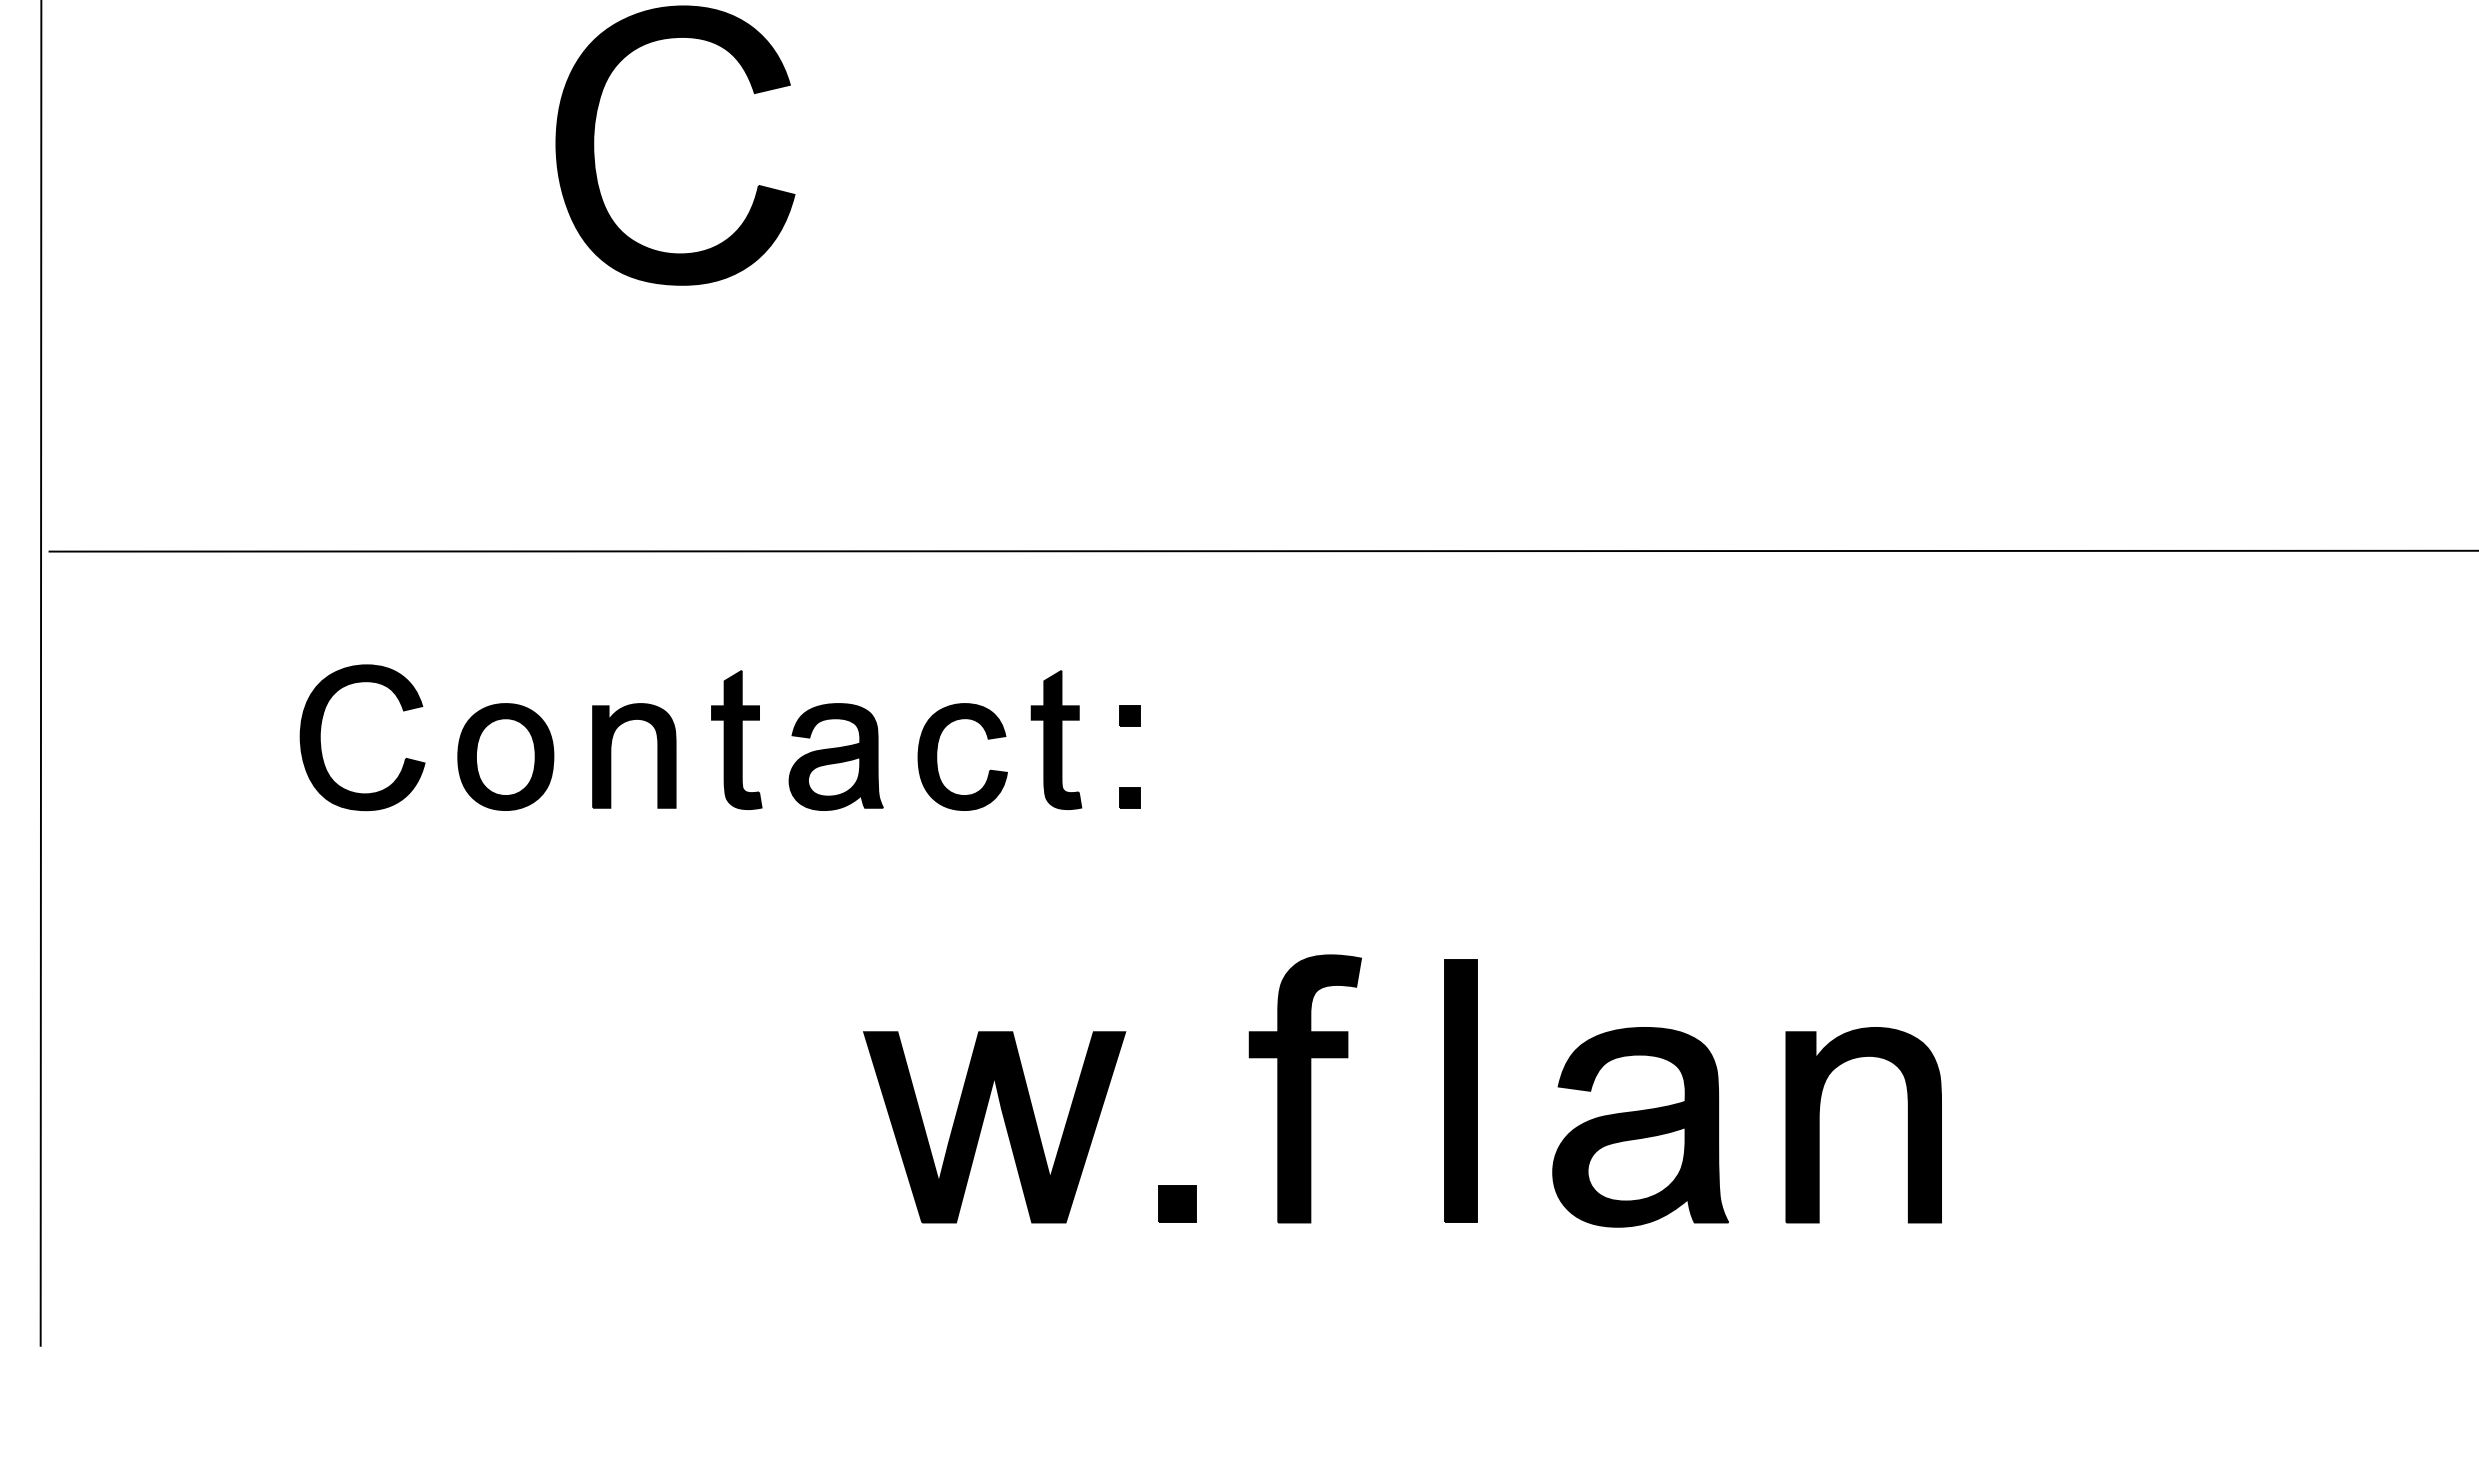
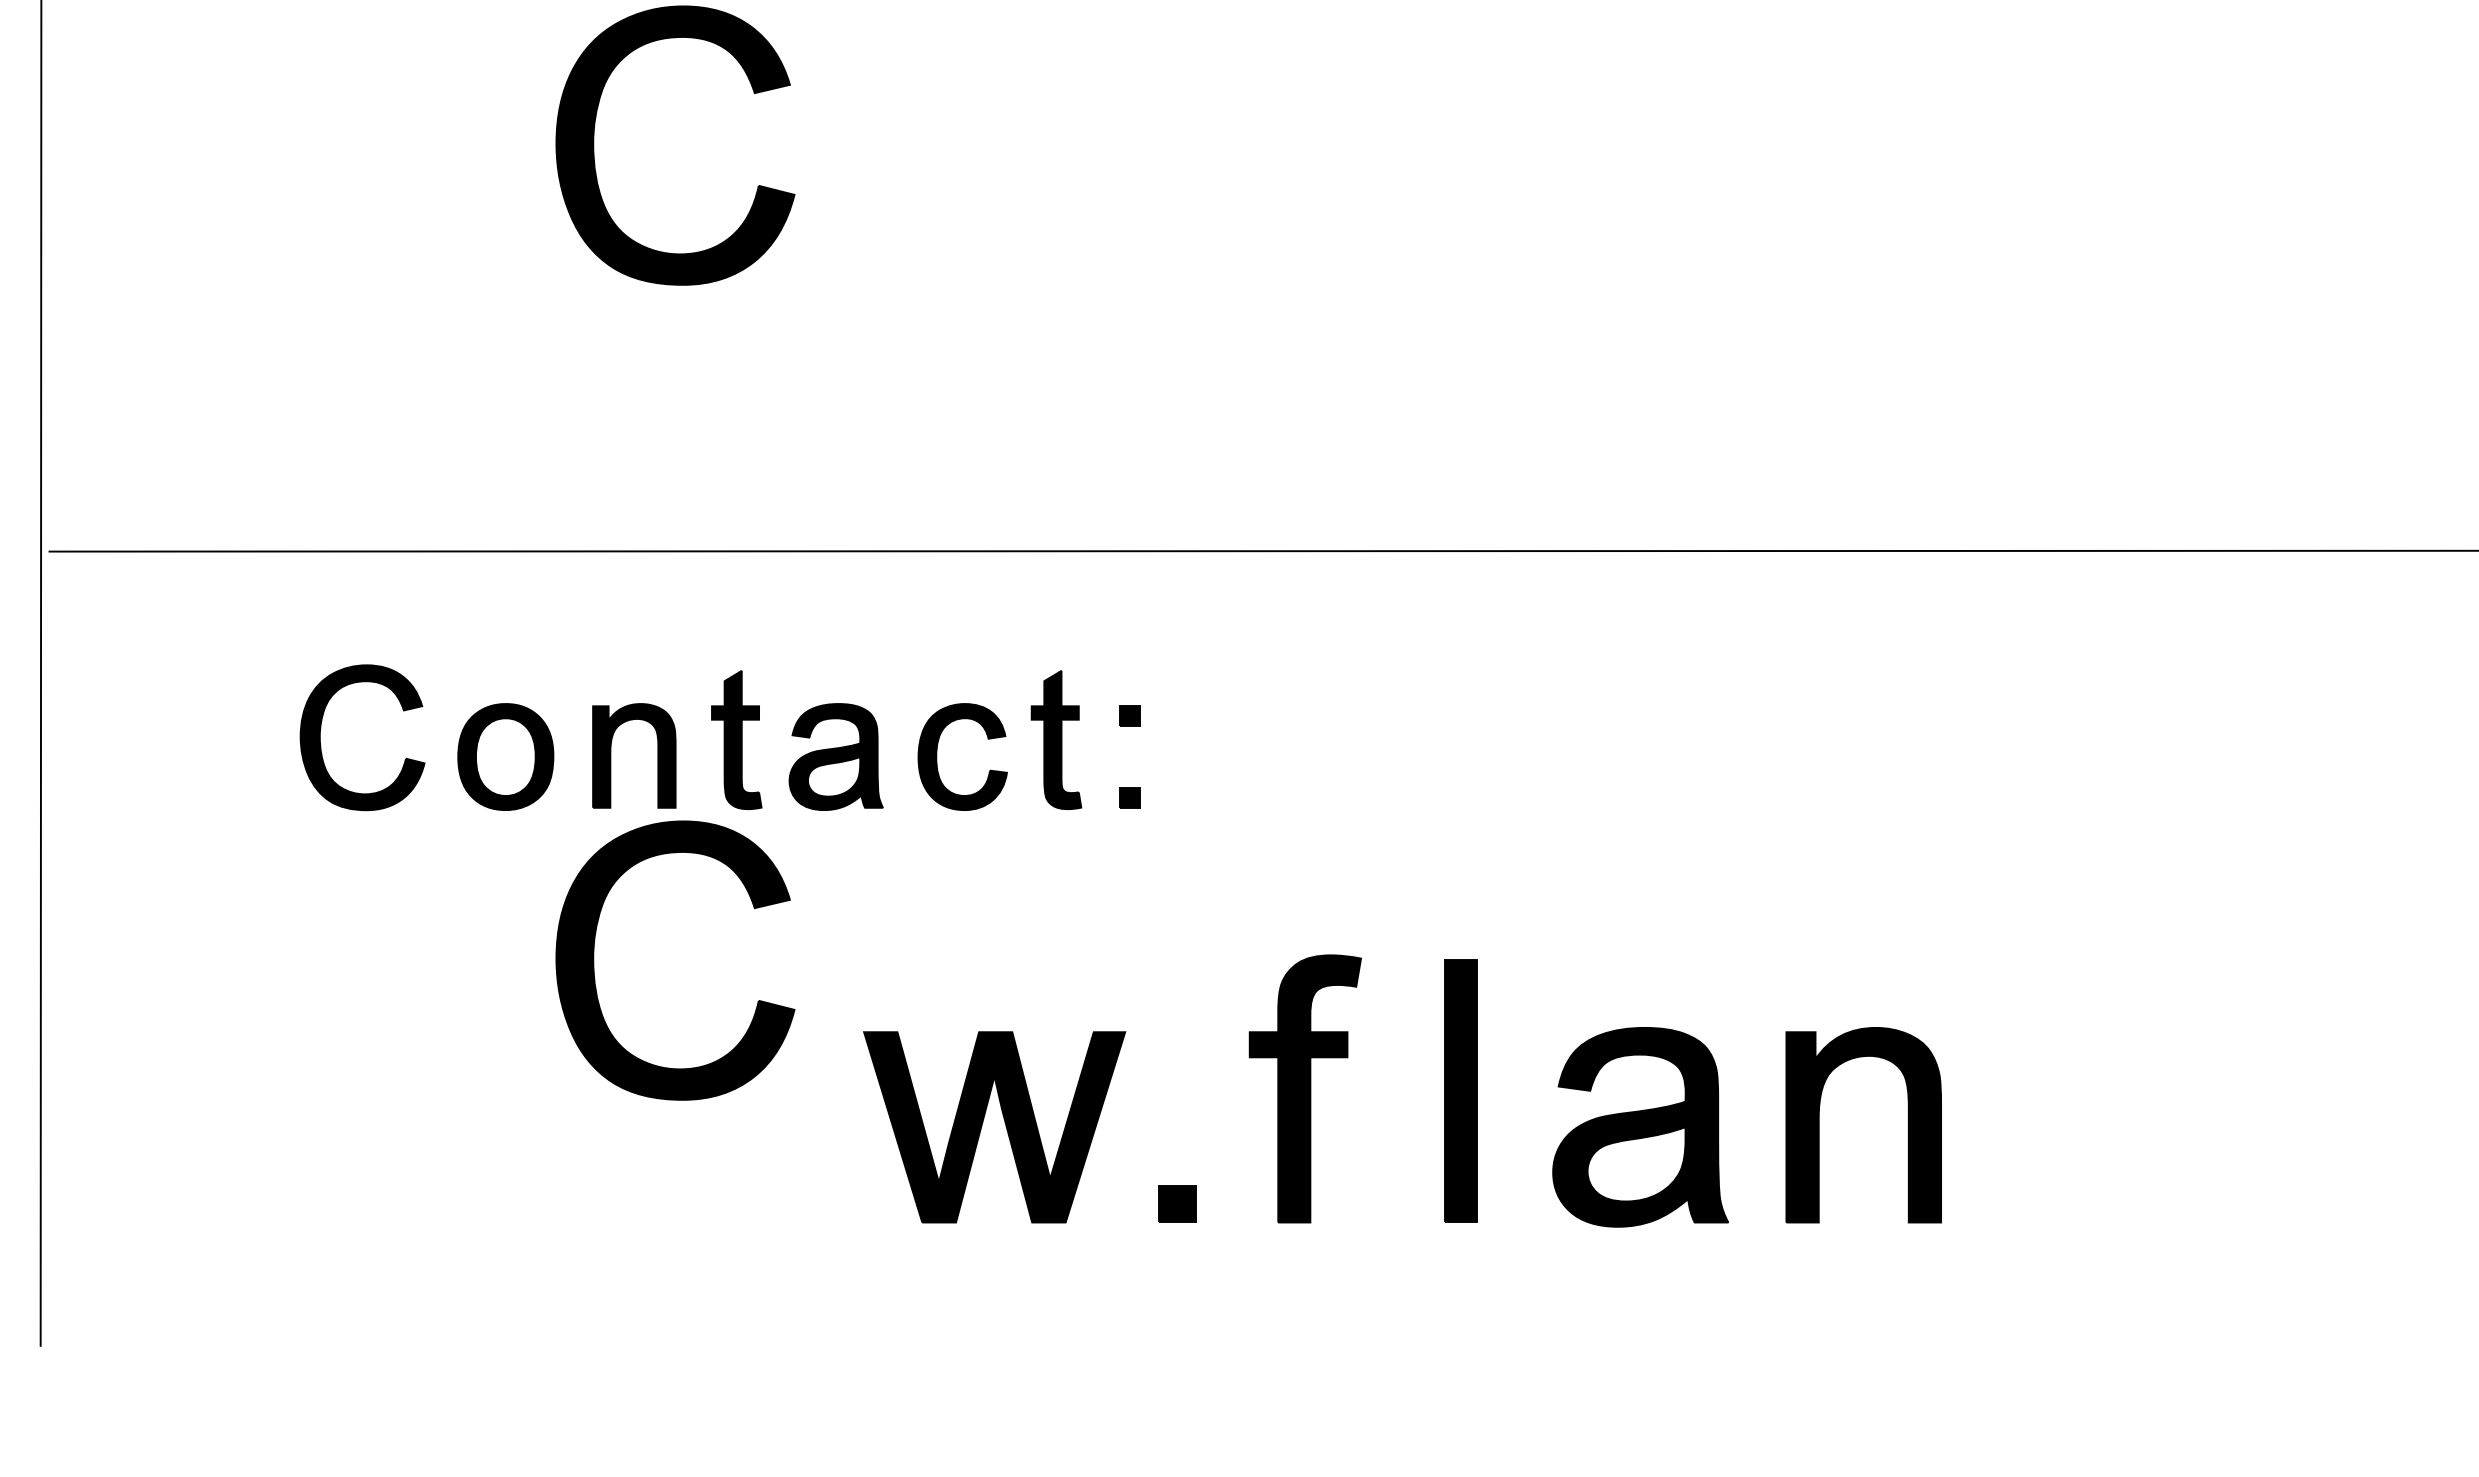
part at (594, 960): none -> present
